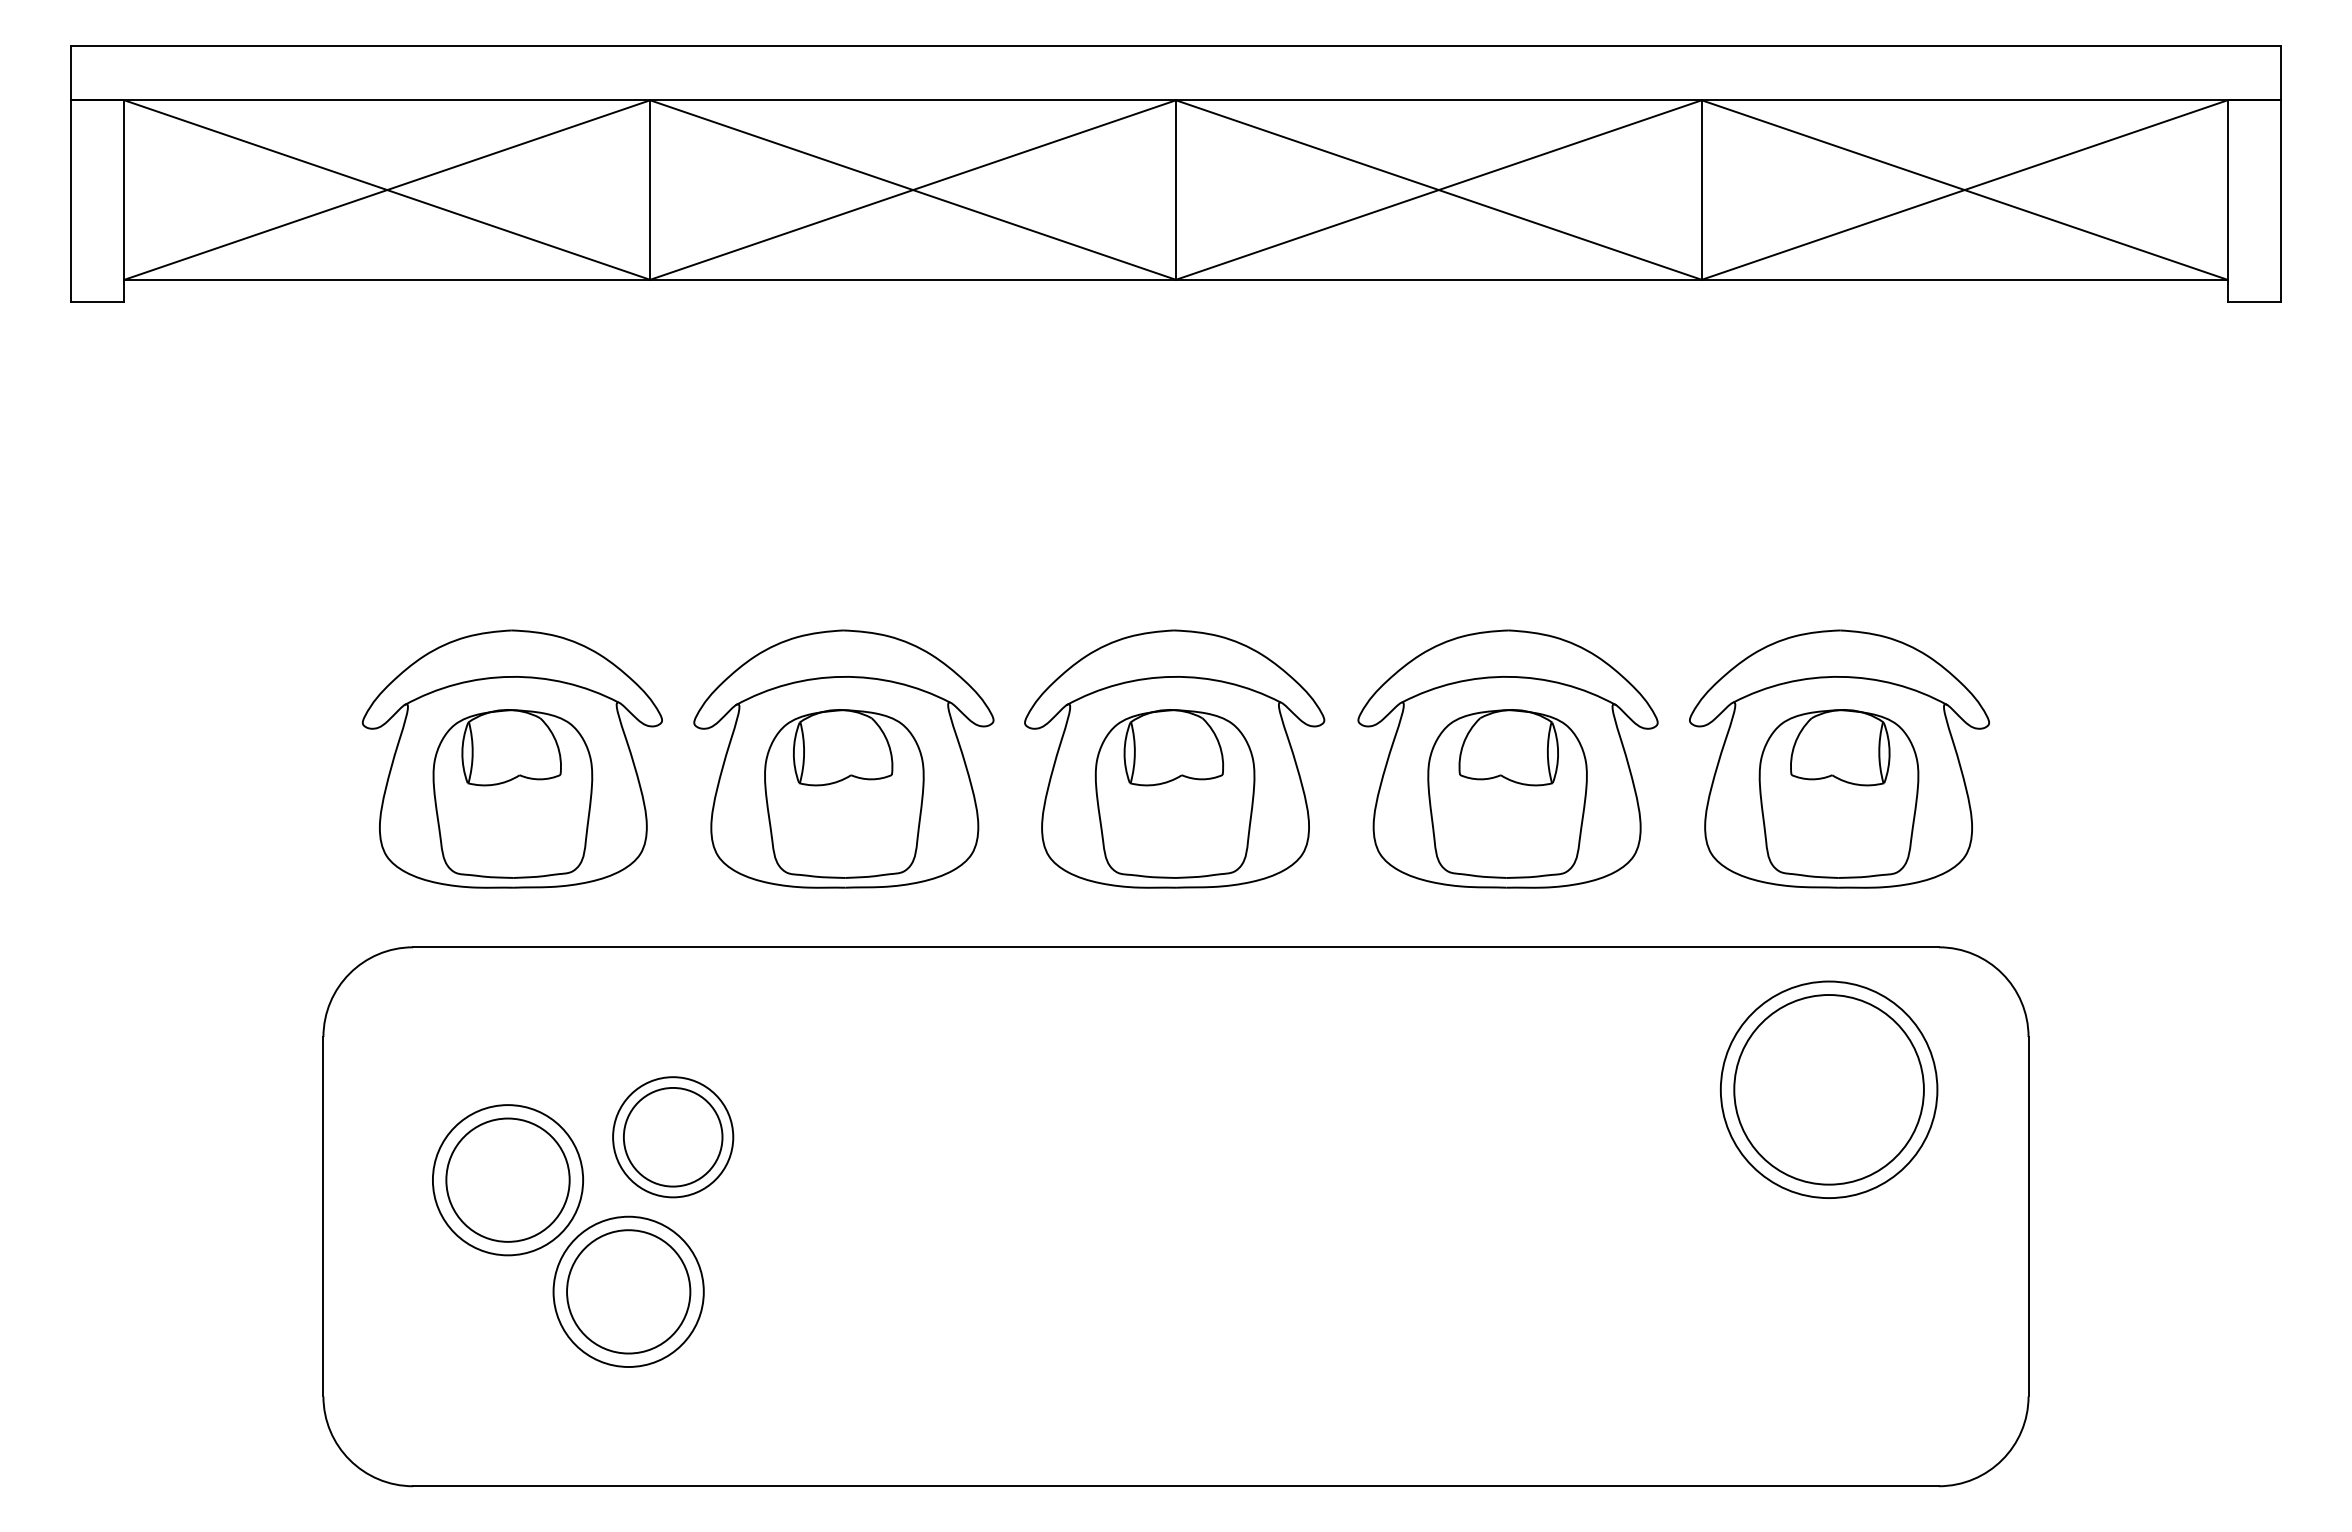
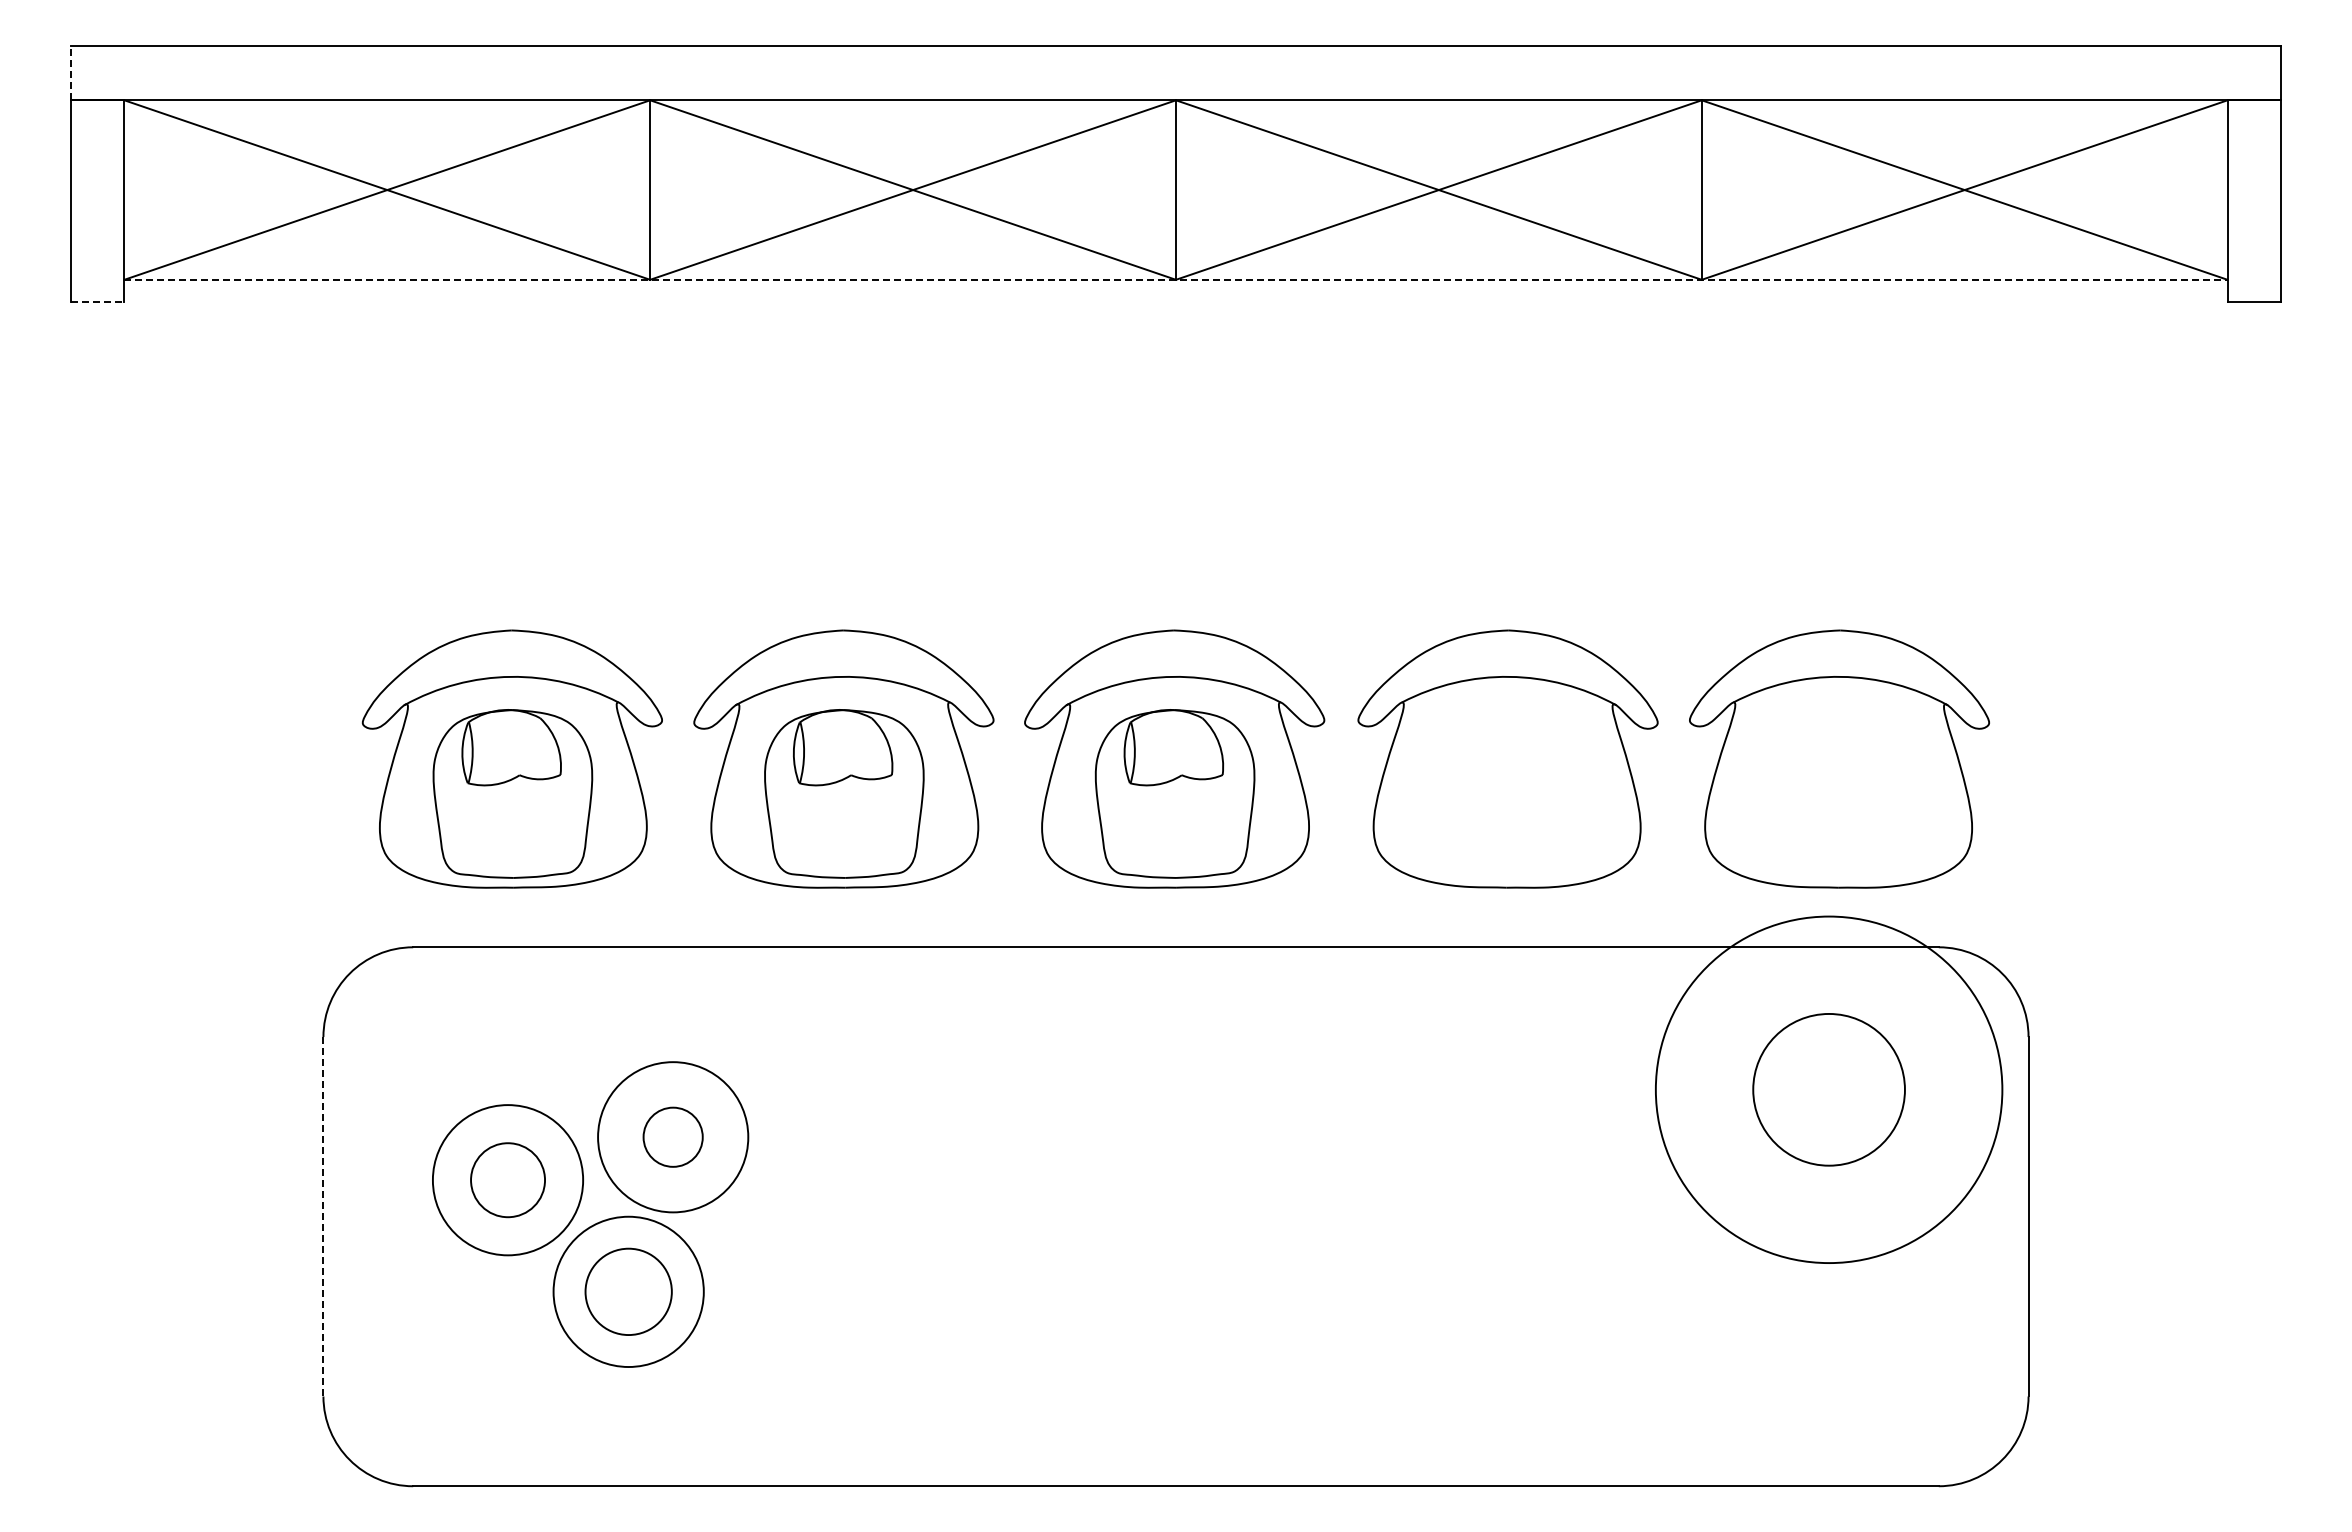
line at (70, 72): solid -> dashed
line at (1176, 279): solid -> dashed
line at (97, 302): solid -> dashed
part at (1507, 793): present -> none
part at (1838, 793): present -> none
circle at (1828, 1089) diameter: 190 px -> 152 px
circle at (1828, 1089) diameter: 217 px -> 347 px
circle at (672, 1136) diameter: 99 px -> 59 px
circle at (673, 1137) diameter: 120 px -> 150 px
circle at (507, 1179) diameter: 123 px -> 74 px
line at (323, 1216): solid -> dashed
circle at (628, 1291) diameter: 123 px -> 86 px
